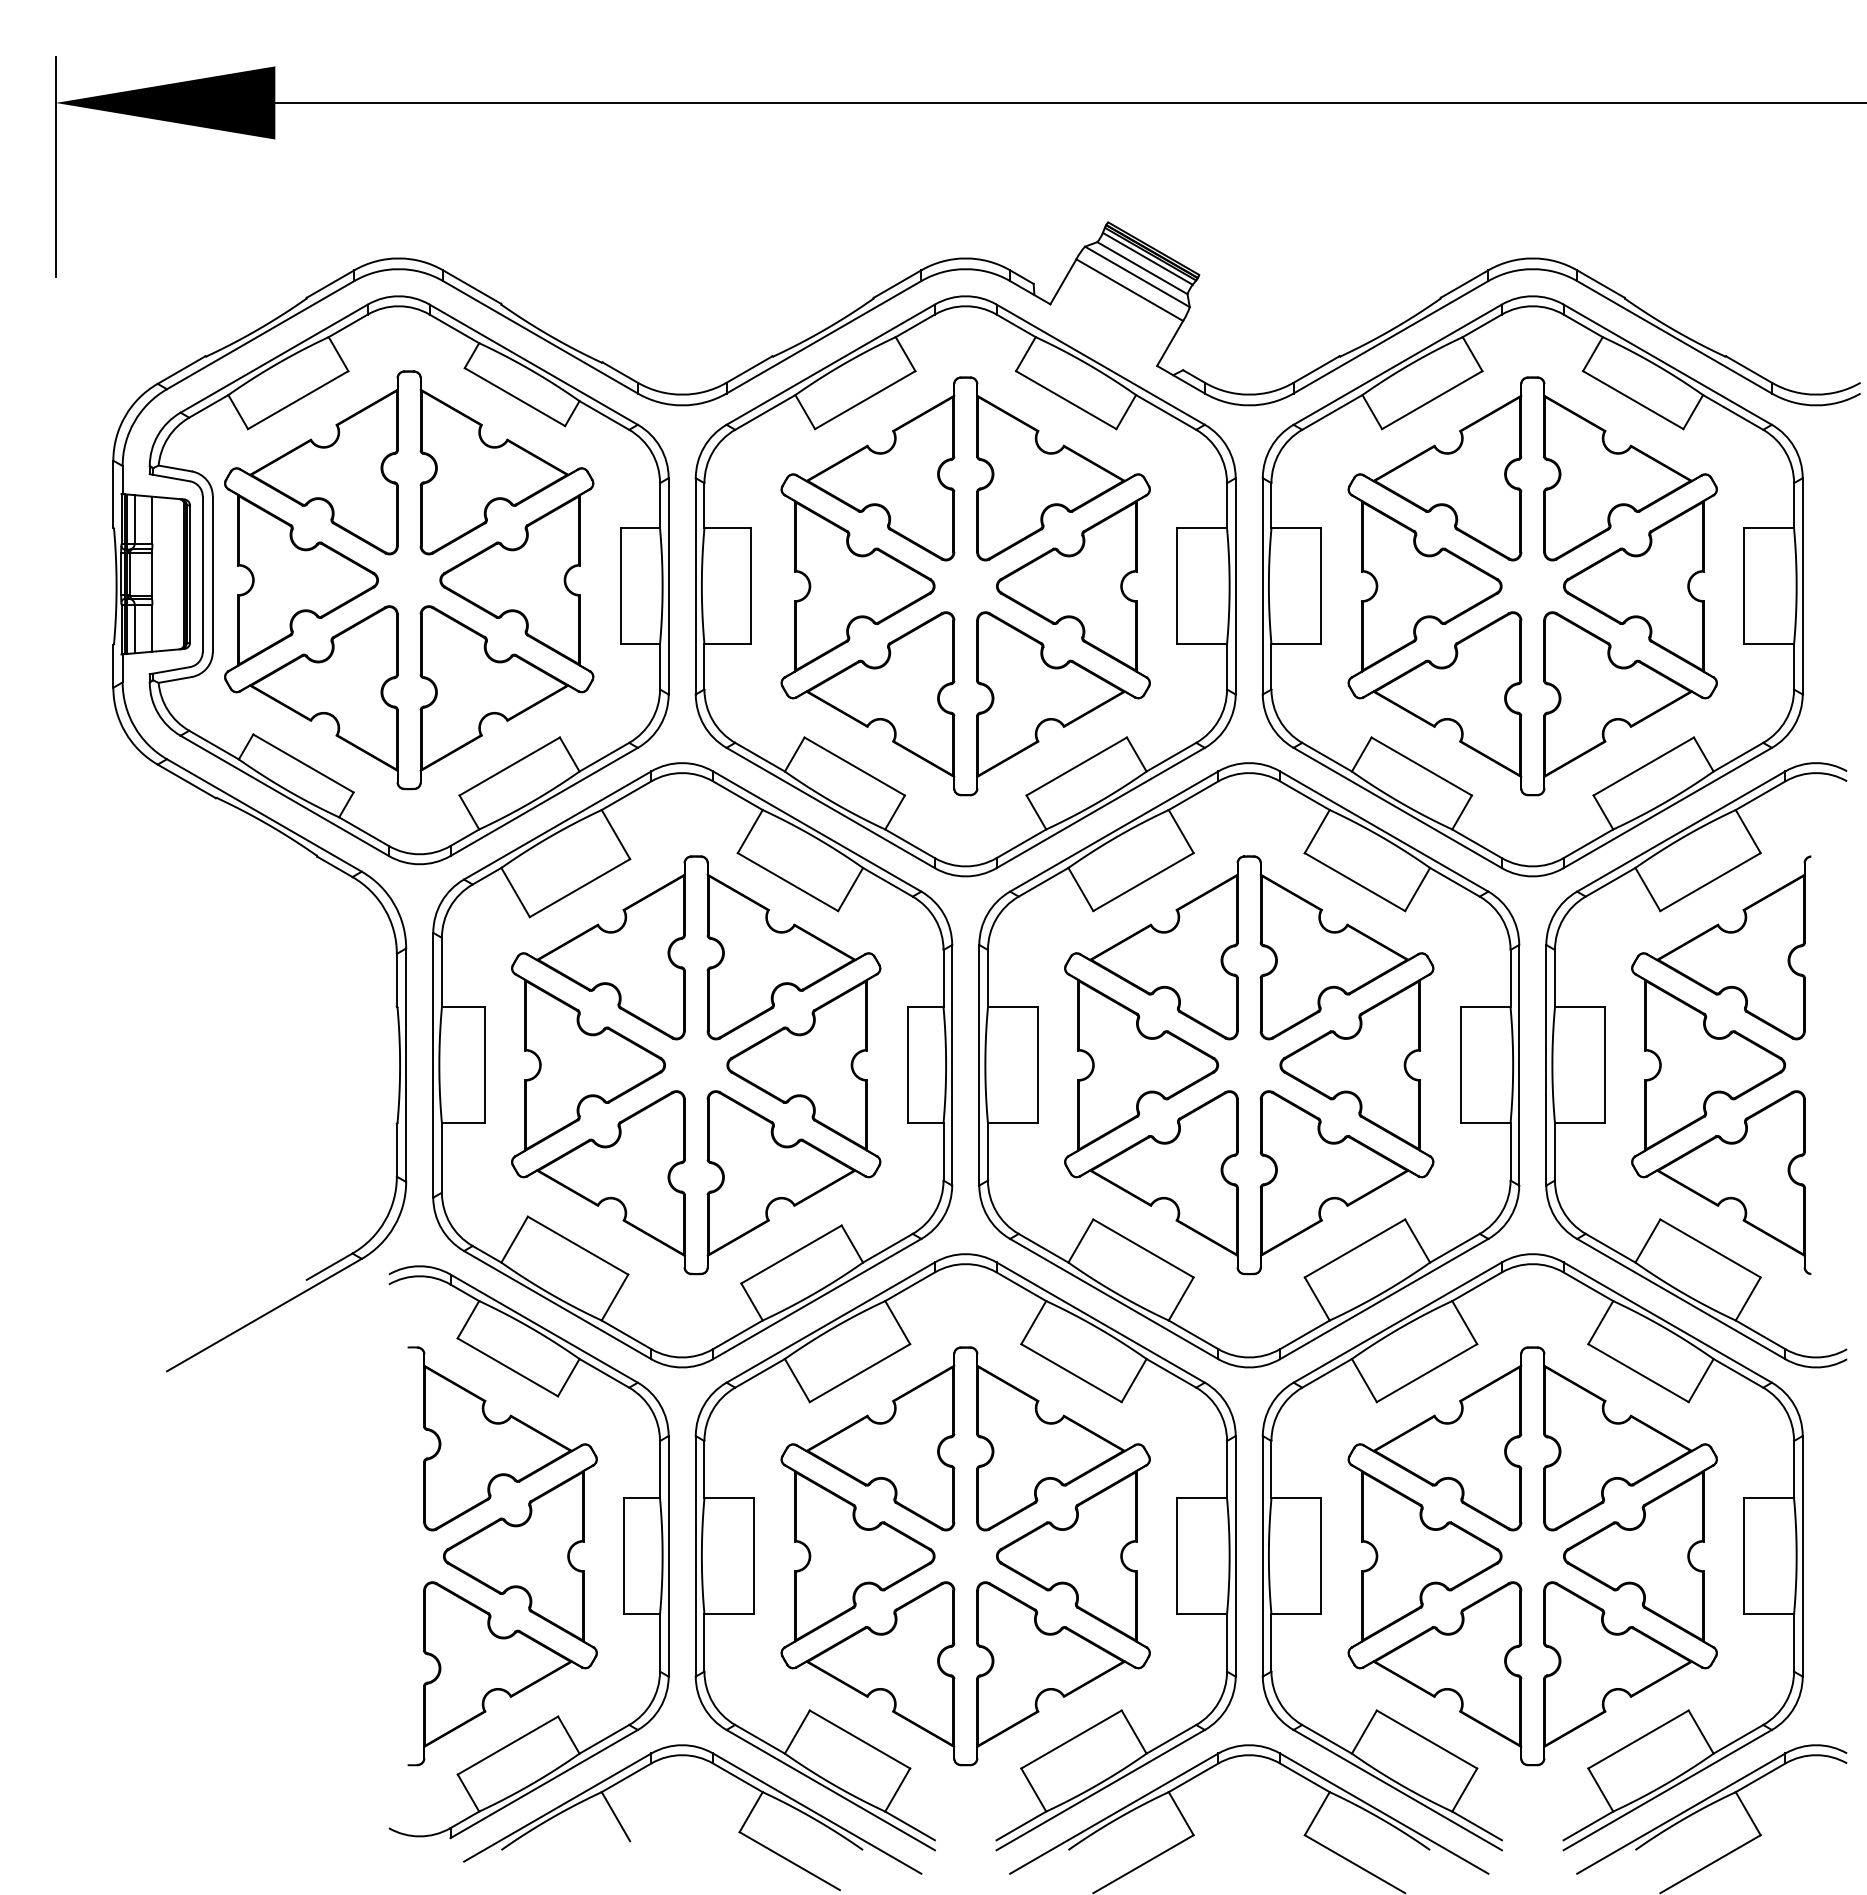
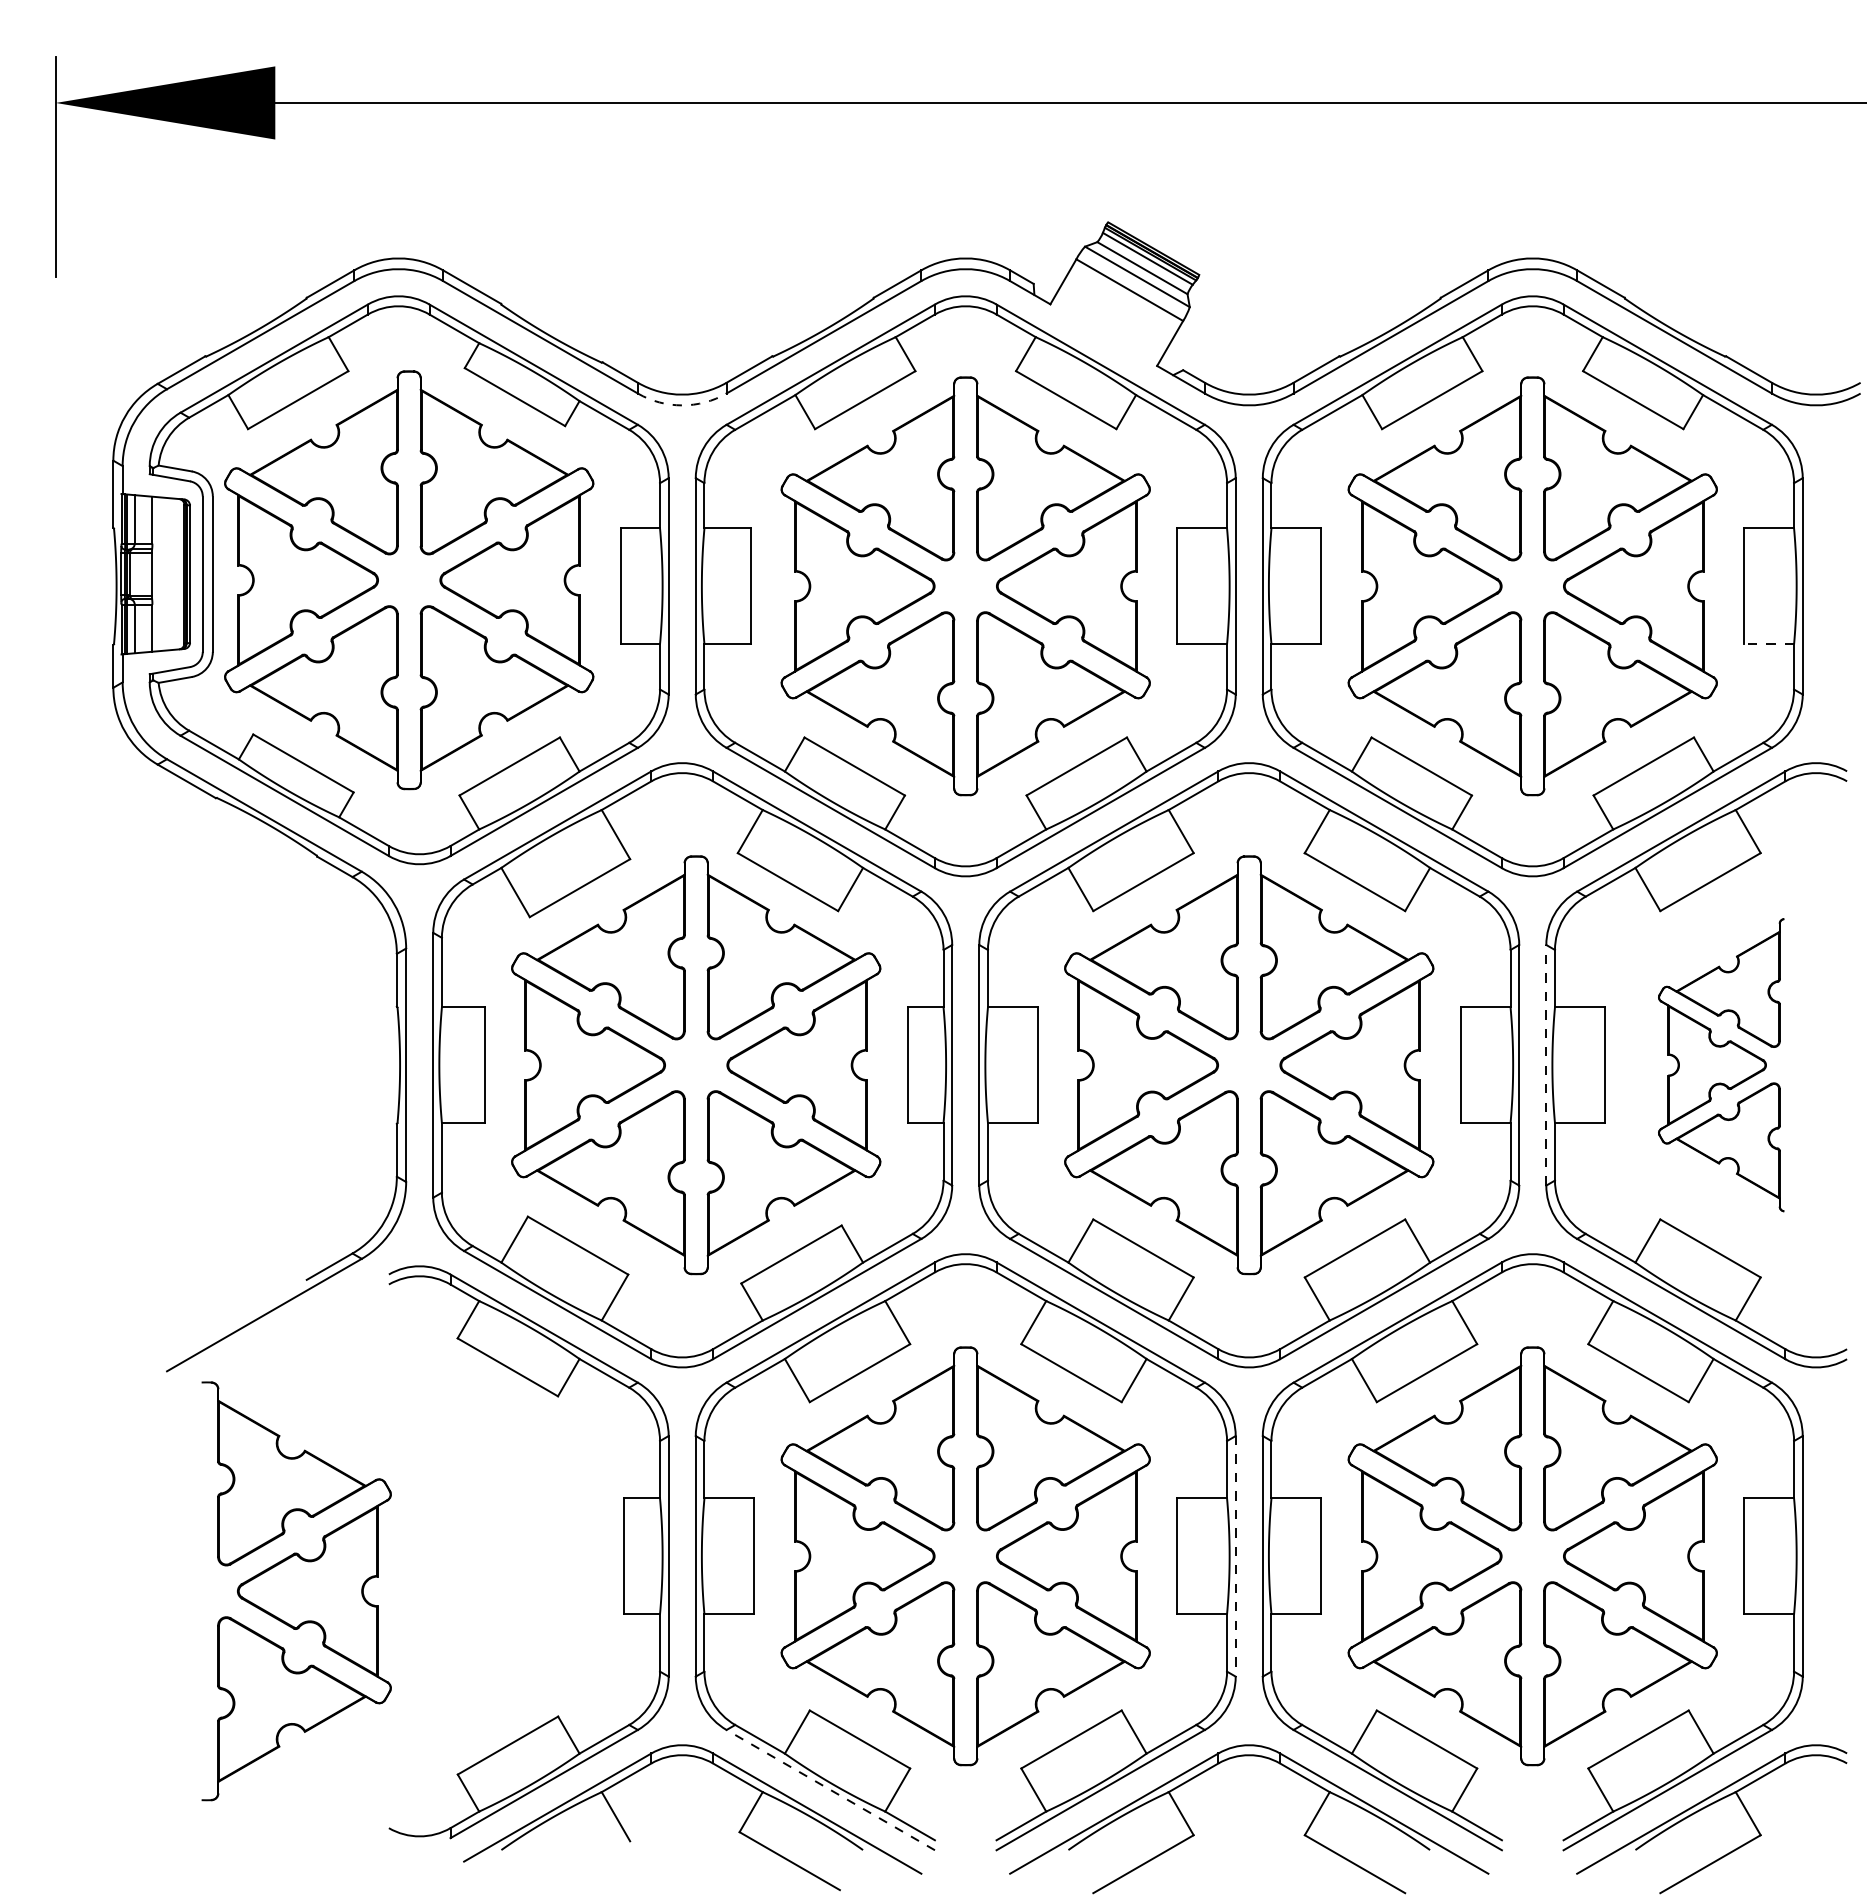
arc at (682, 405): solid -> dashed
line at (1769, 644): solid -> dashed
line at (1546, 1064): solid -> dashed
part at (1721, 1064) size: 181x420 px -> 127x295 px
part at (502, 1556) position: (502, 1556) -> (296, 1591)
line at (1235, 1556): solid -> dashed
line at (830, 1789): solid -> dashed
